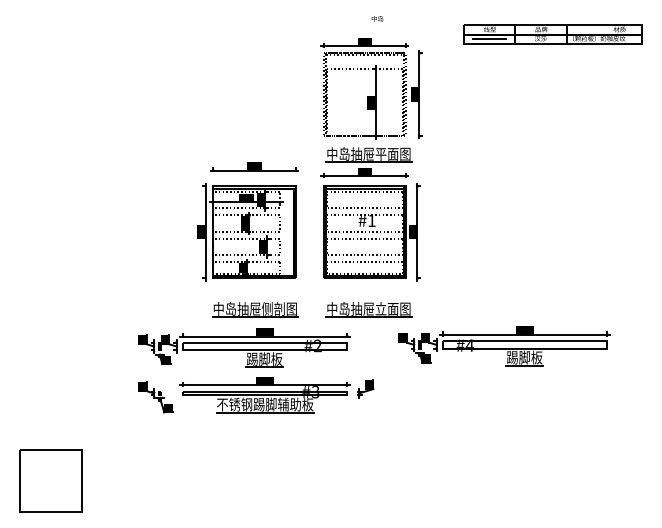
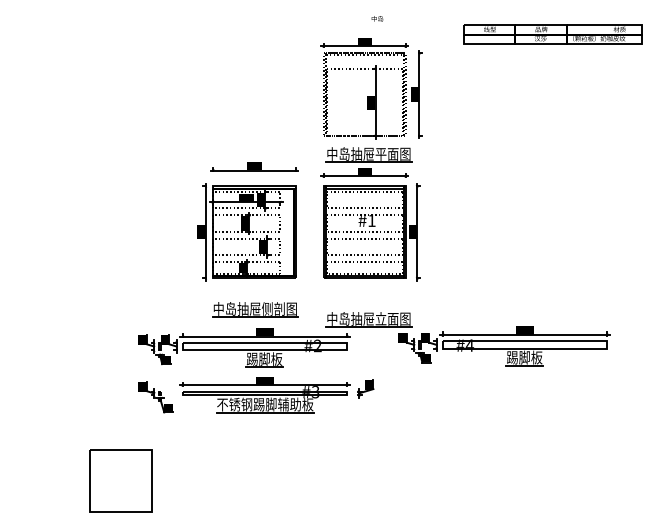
line at (489, 39): present -> none
part at (368, 309) position: (368, 309) -> (368, 319)
part at (50, 480) position: (50, 480) -> (120, 480)
